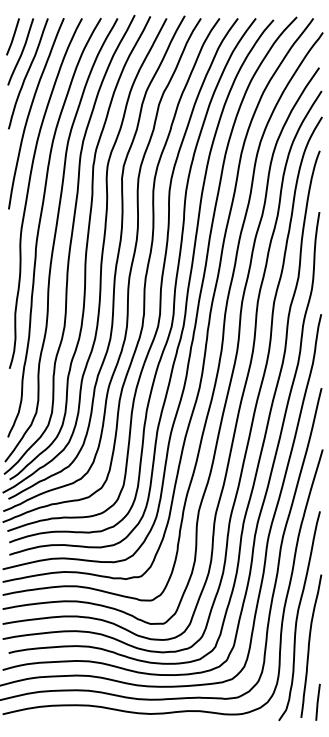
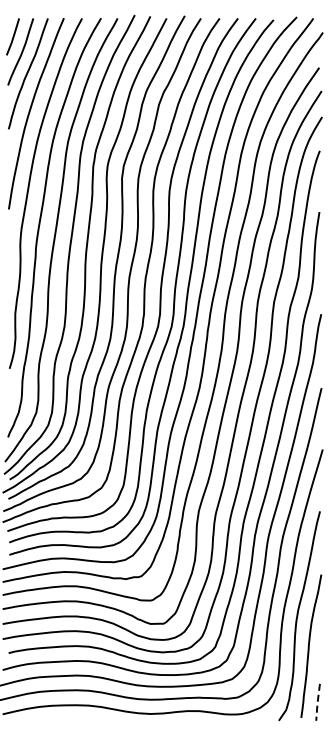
line at (317, 703): solid -> dashed
